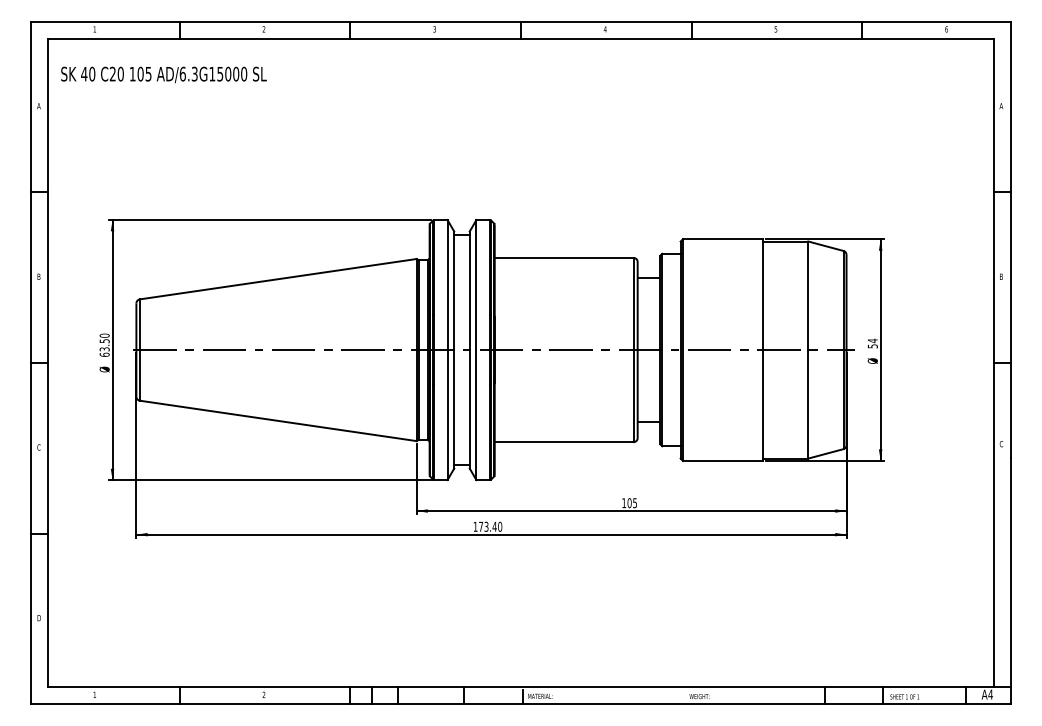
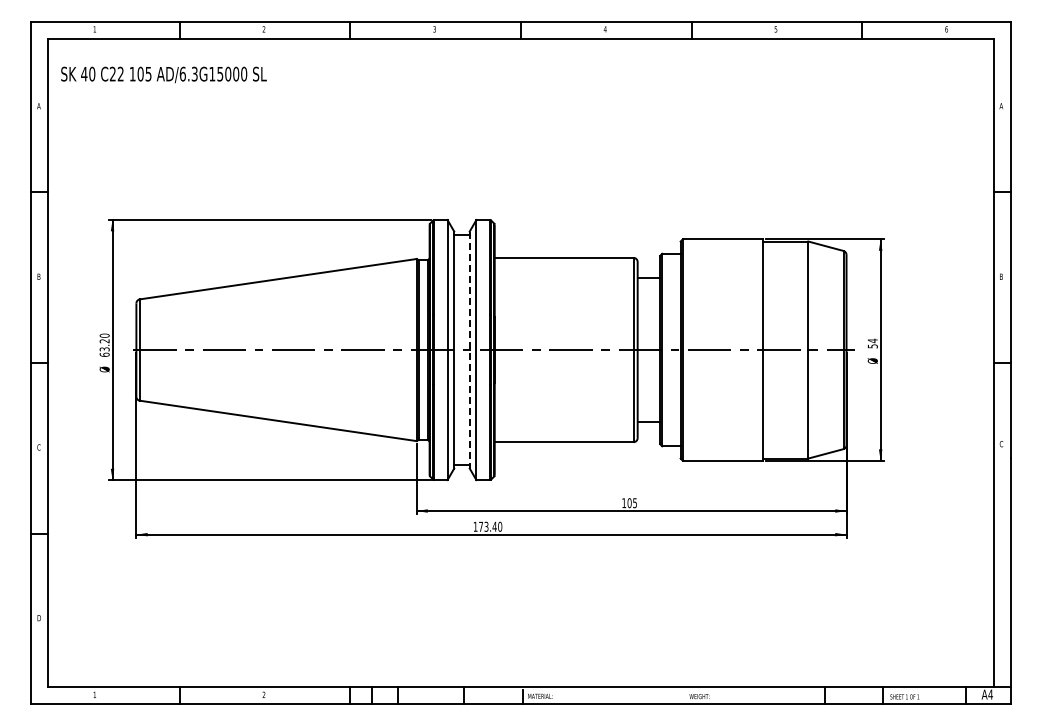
text at (120, 73): C20 -> C22
text at (104, 341): 63.50 -> 63.20
line at (469, 350): solid -> dashed
